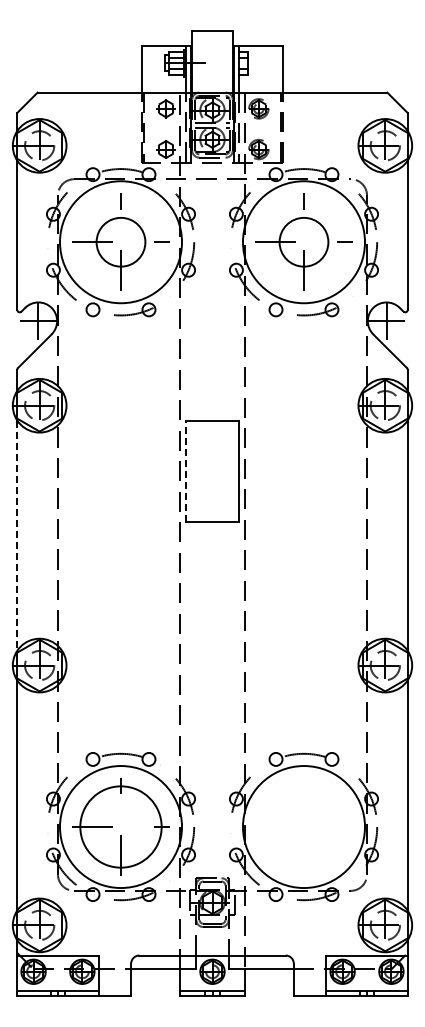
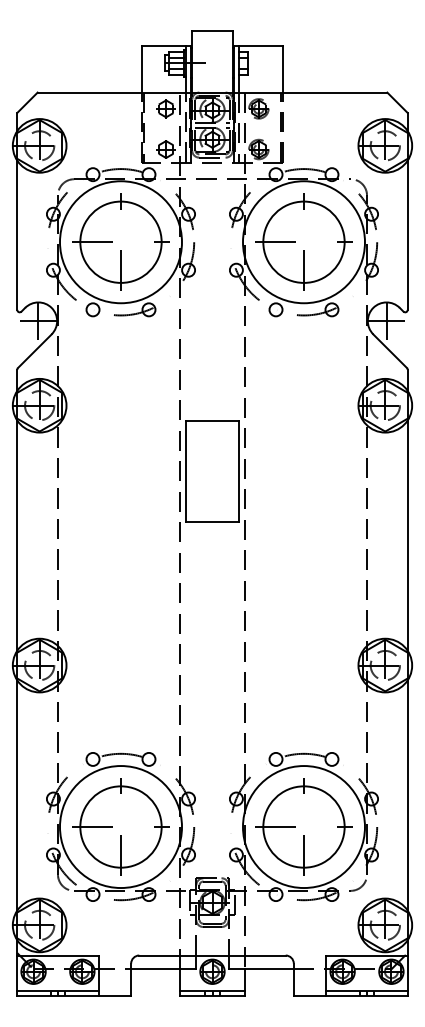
circle at (120, 241) diameter: 49 px -> 81 px
circle at (303, 241) diameter: 49 px -> 81 px
line at (186, 471): dashed -> solid
line at (17, 536): dashed -> solid
part at (303, 826): none -> present
